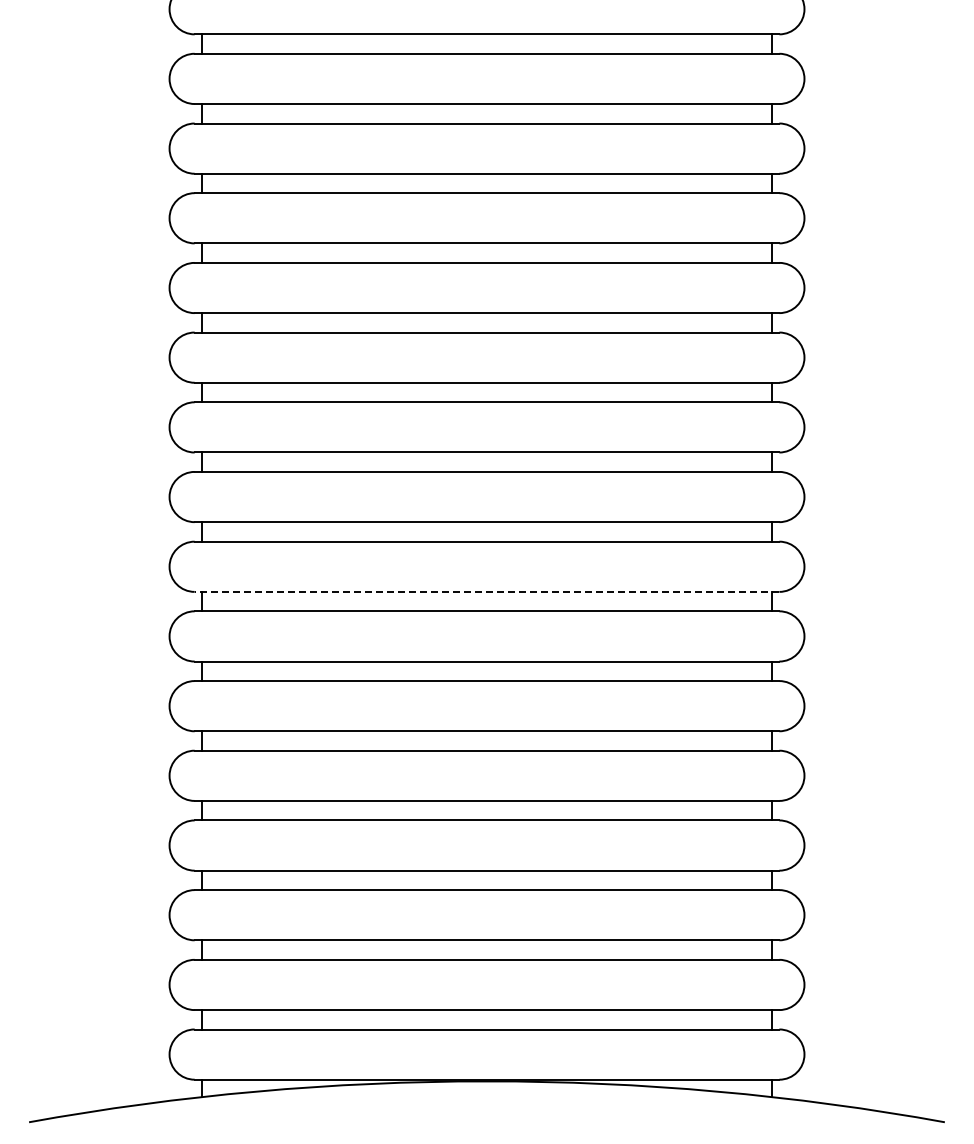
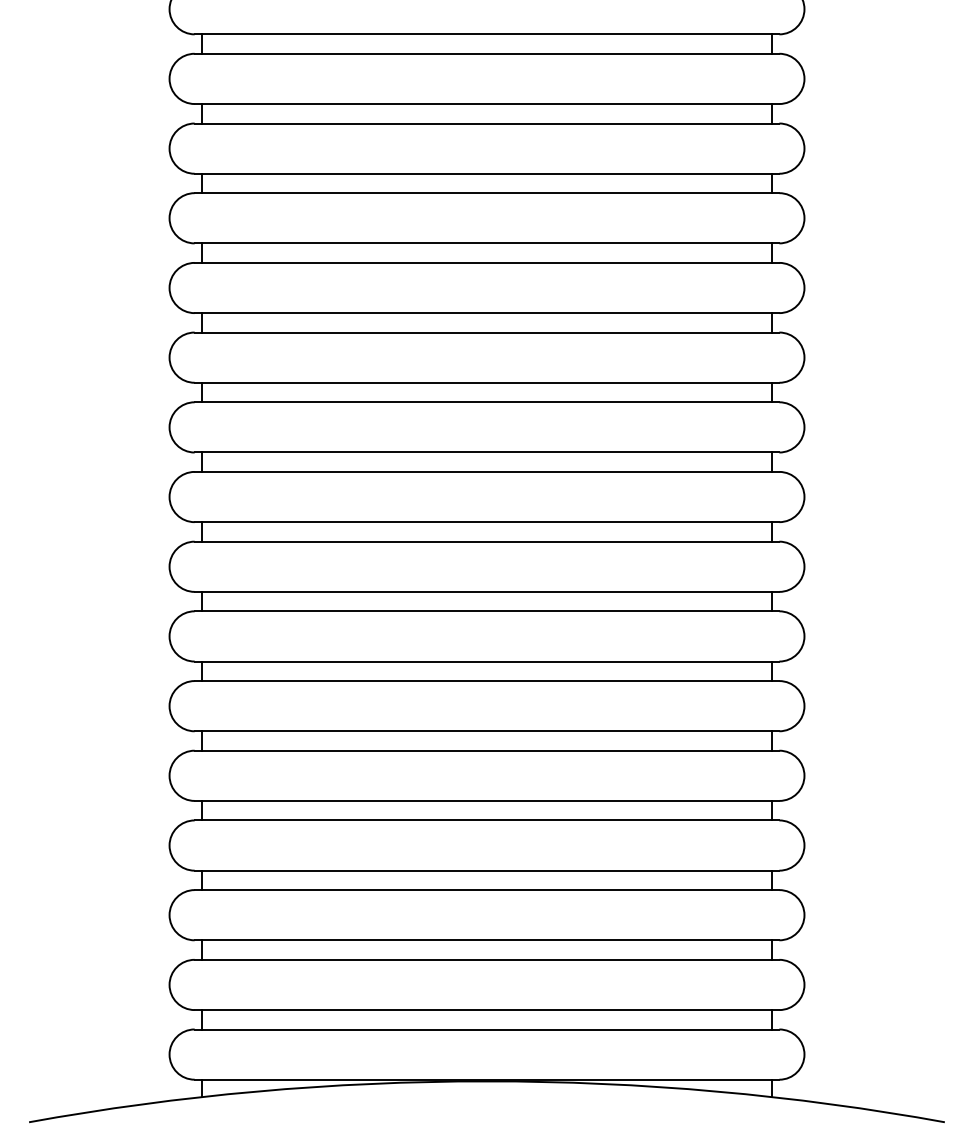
line at (486, 591): dashed -> solid
